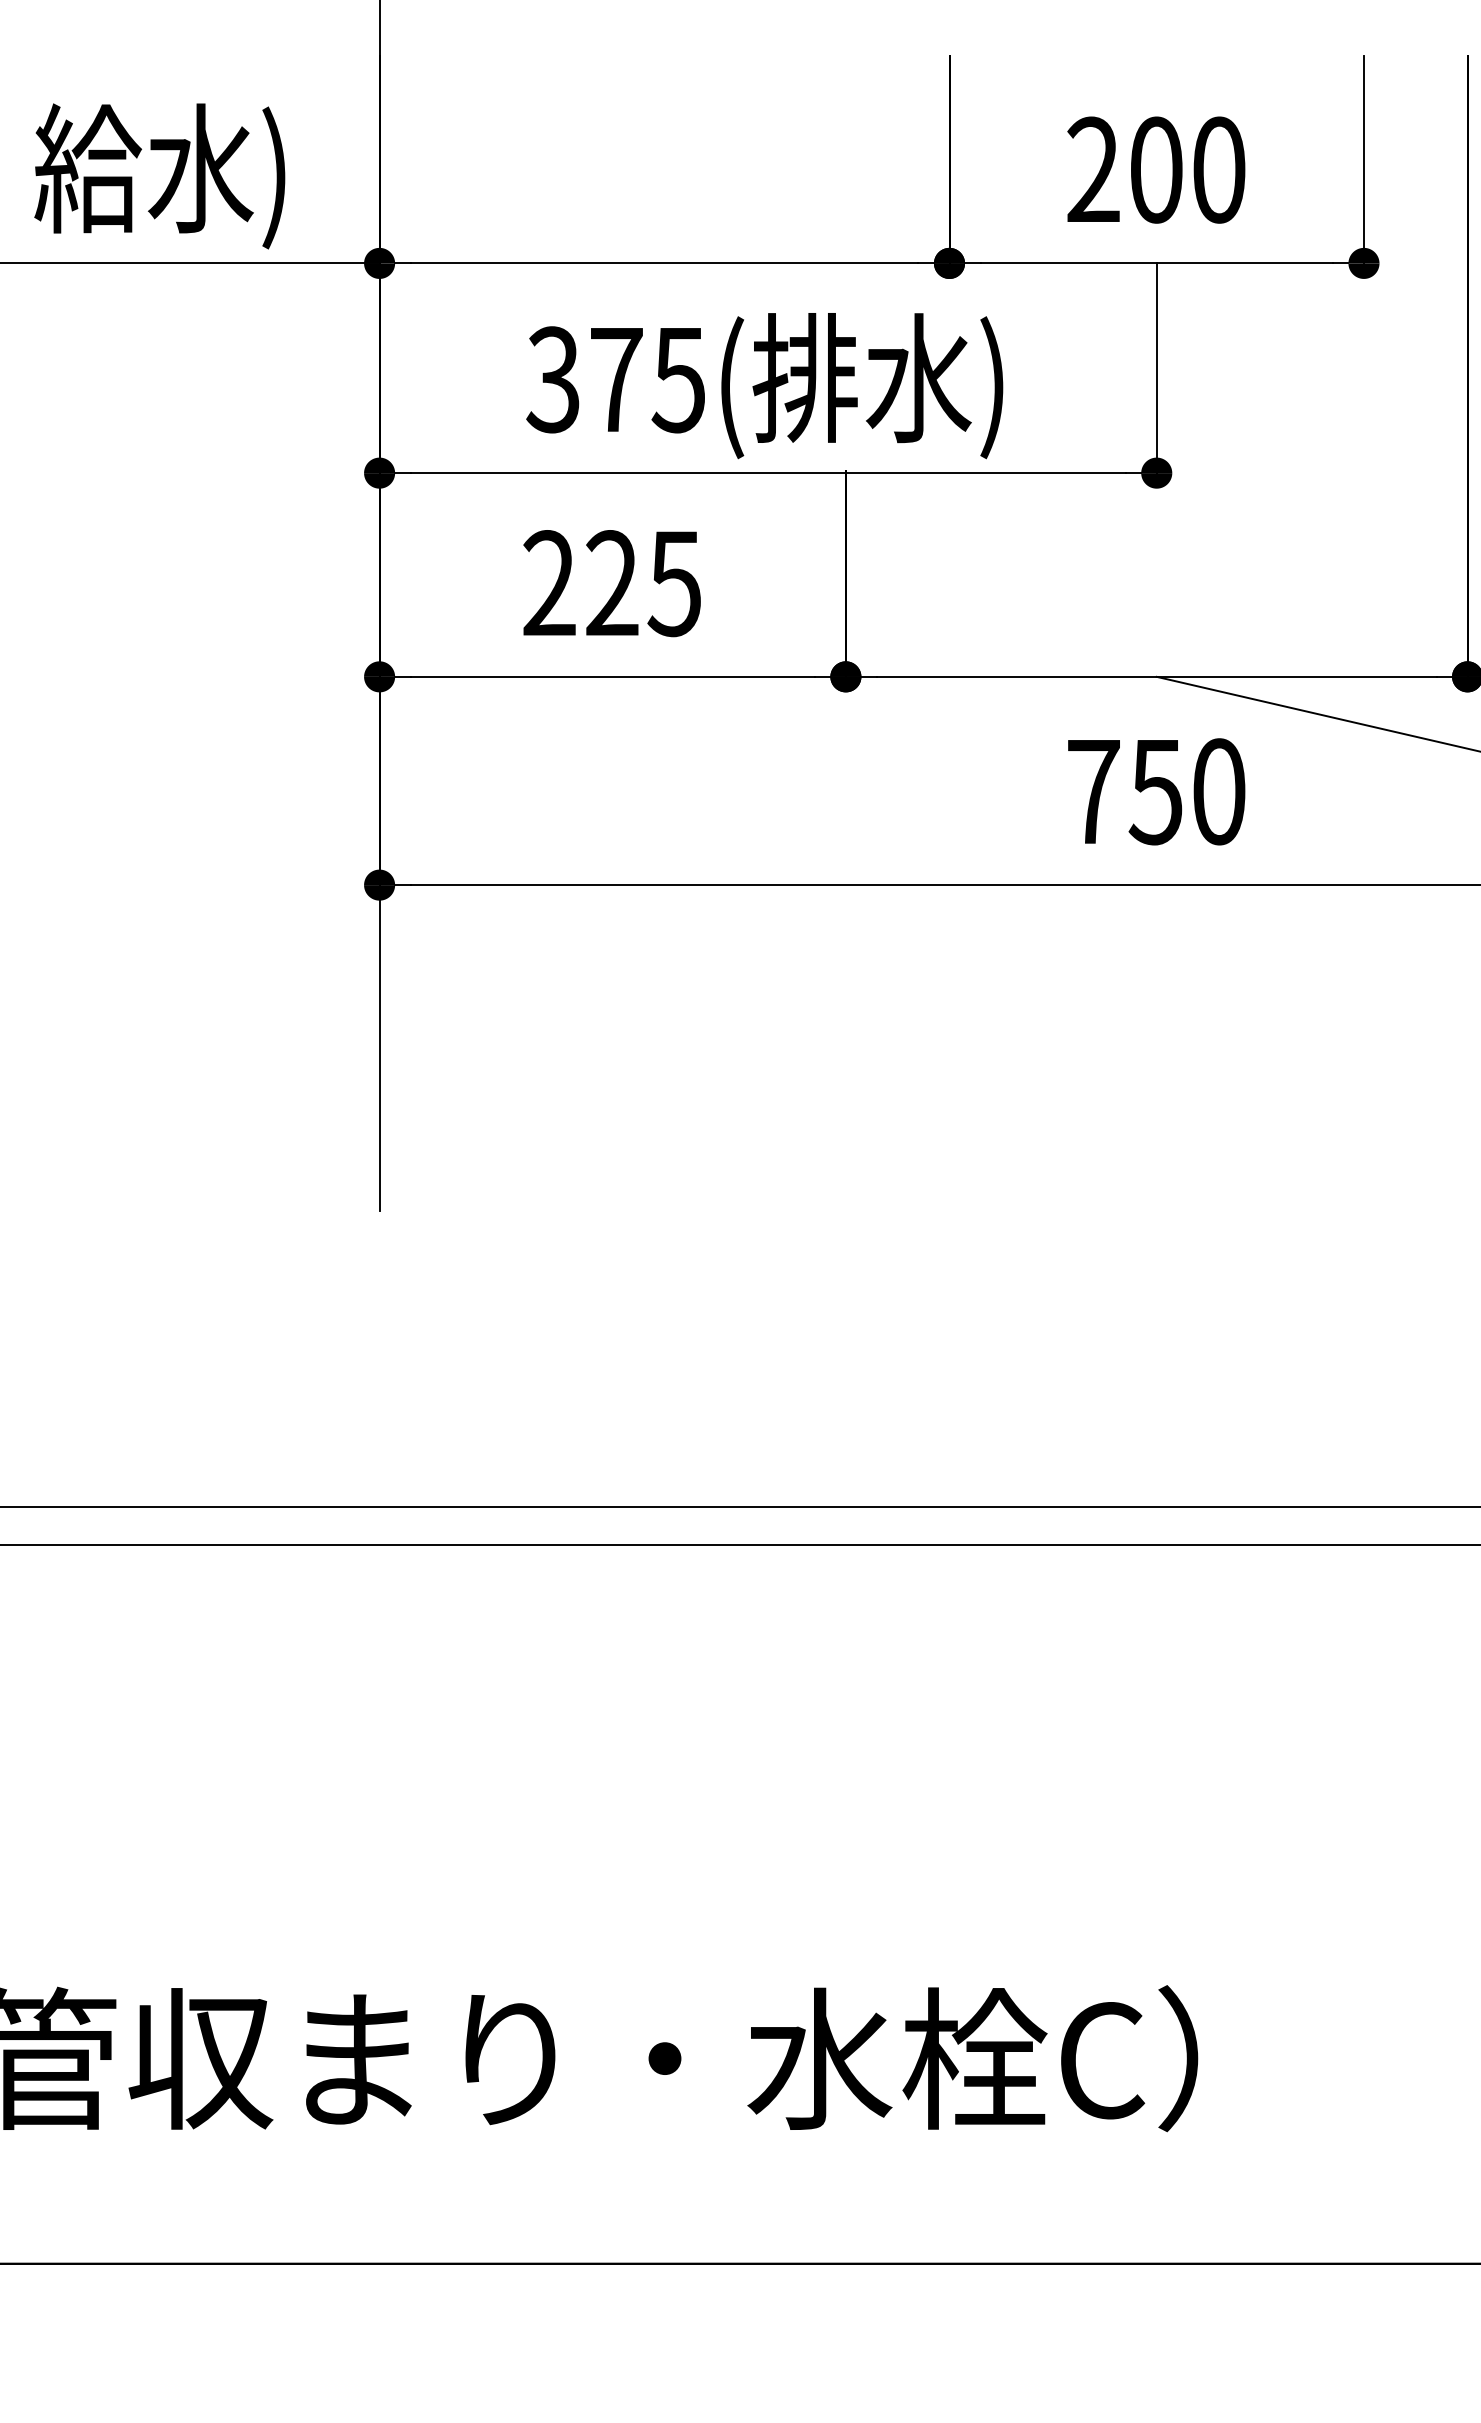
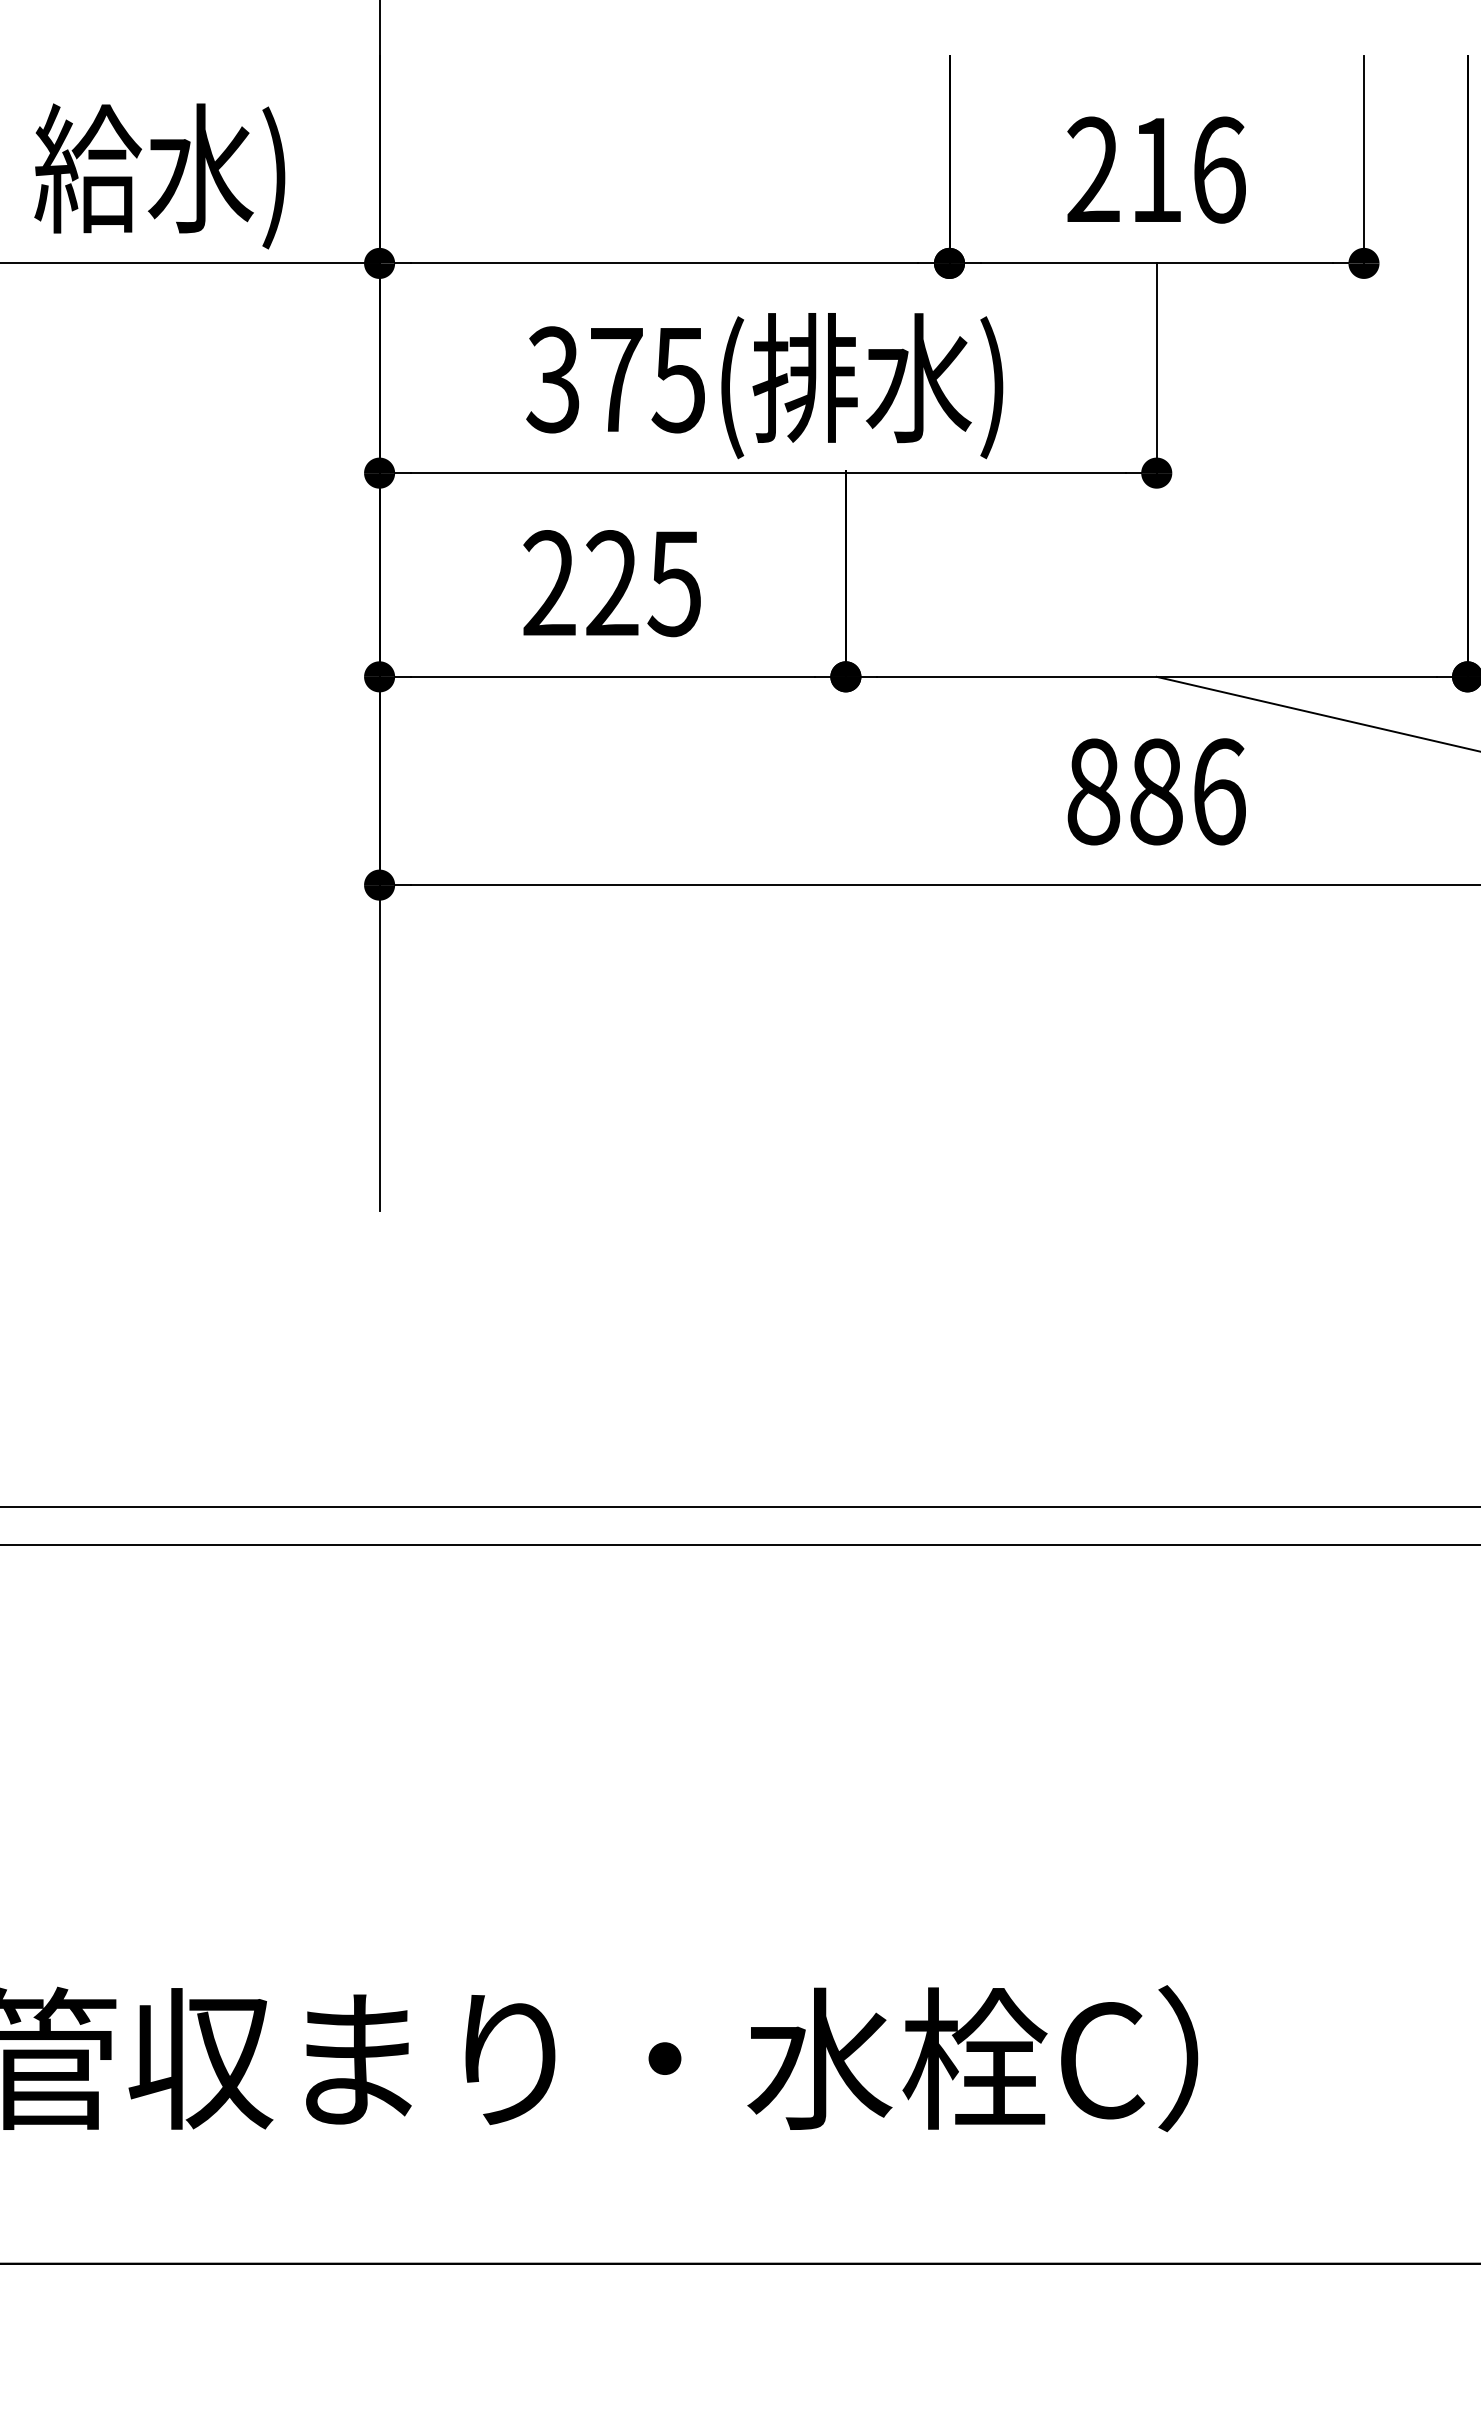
text at (1188, 169): 200 -> 216
text at (1156, 791): 750 -> 886
